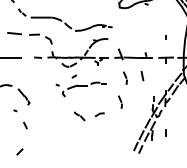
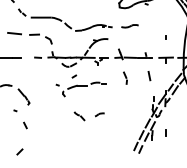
line at (129, 26): none -> present
line at (142, 76) position: (142, 76) -> (149, 76)
part at (120, 101): present -> none
